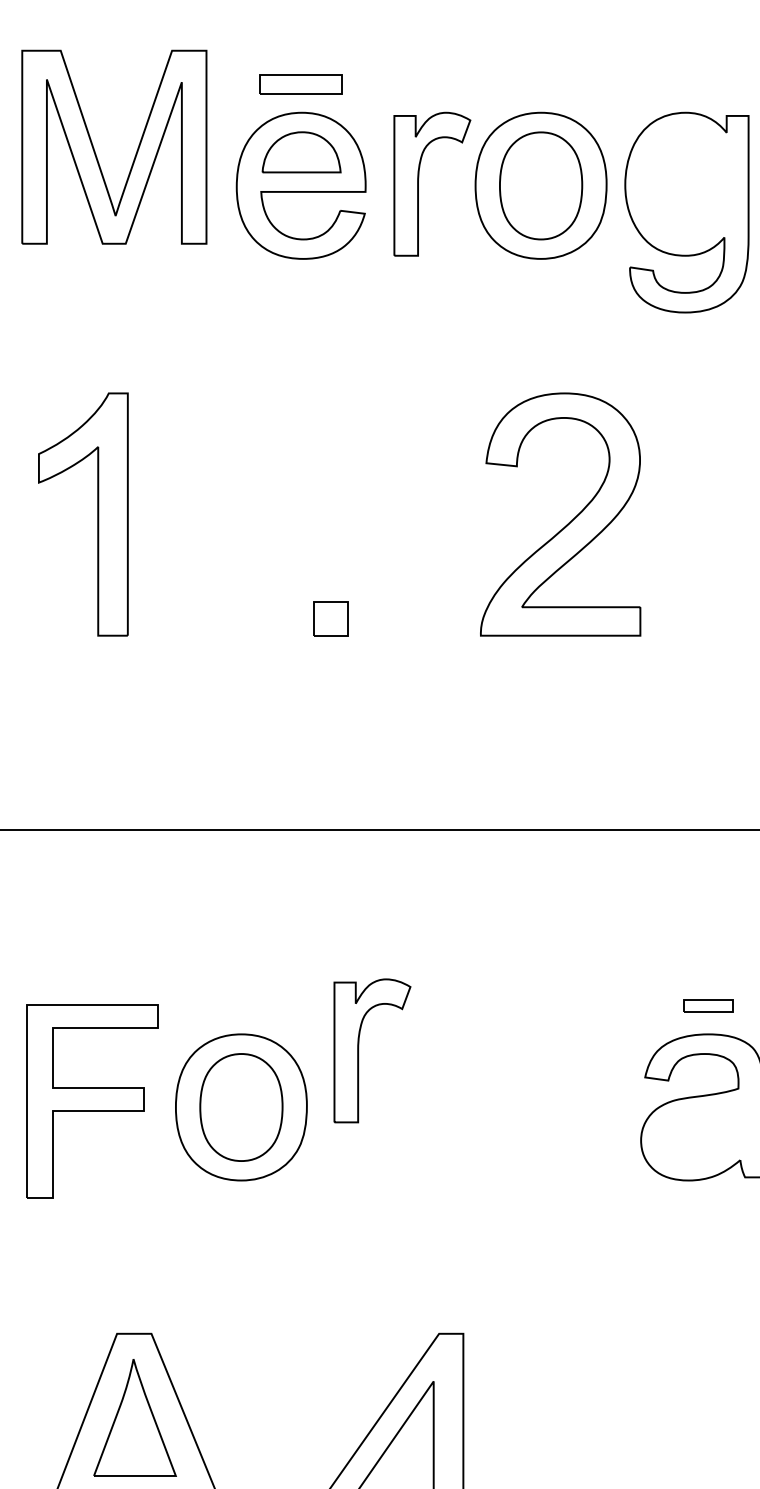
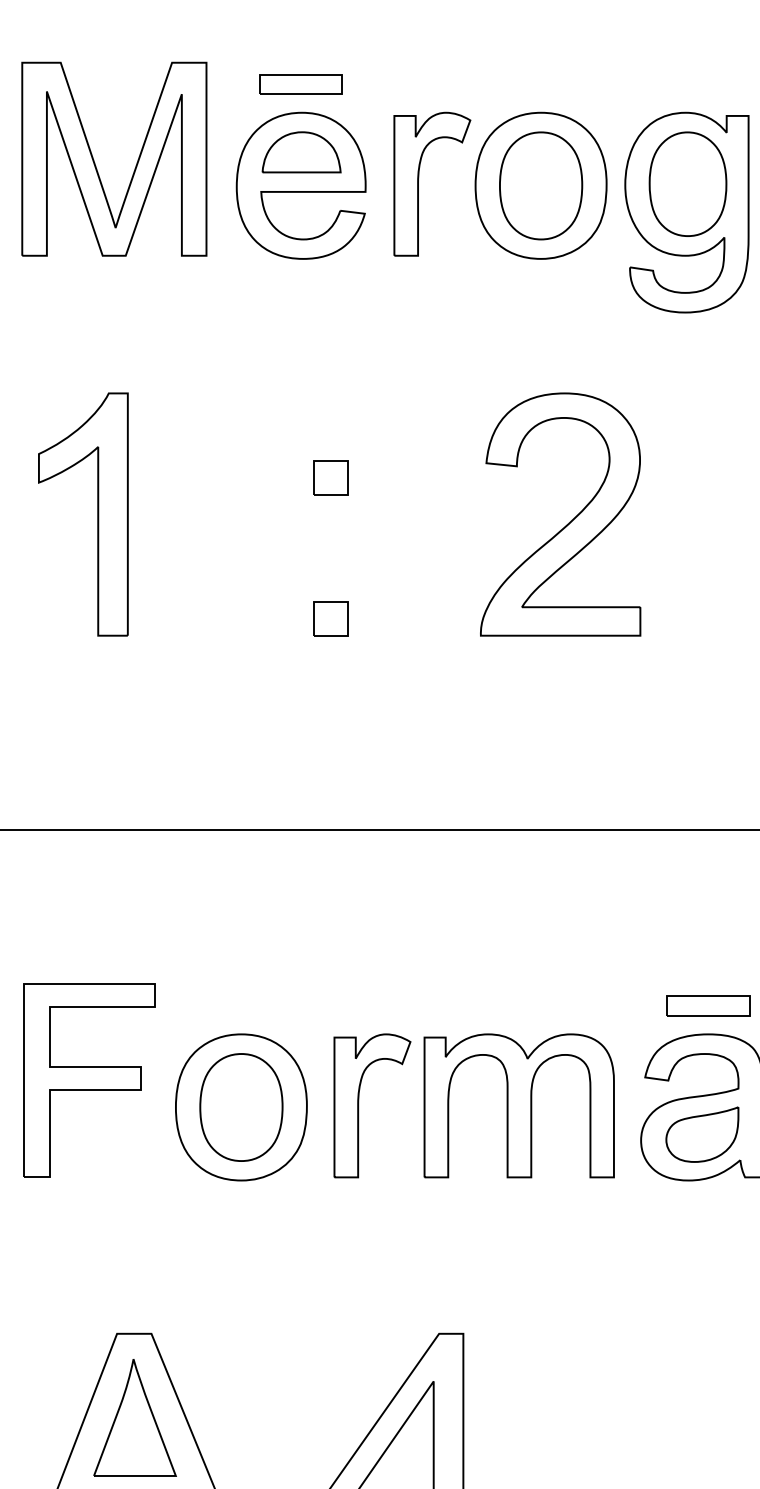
part at (95, 151) position: (95, 151) -> (95, 163)
part at (687, 183): none -> present
part at (330, 477): none -> present
part at (708, 1005) size: 51x14 px -> 85x22 px
part at (359, 1050) position: (359, 1050) -> (359, 1105)
part at (92, 1101) position: (92, 1101) -> (89, 1080)
part at (518, 1105): none -> present
part at (702, 1134): none -> present
